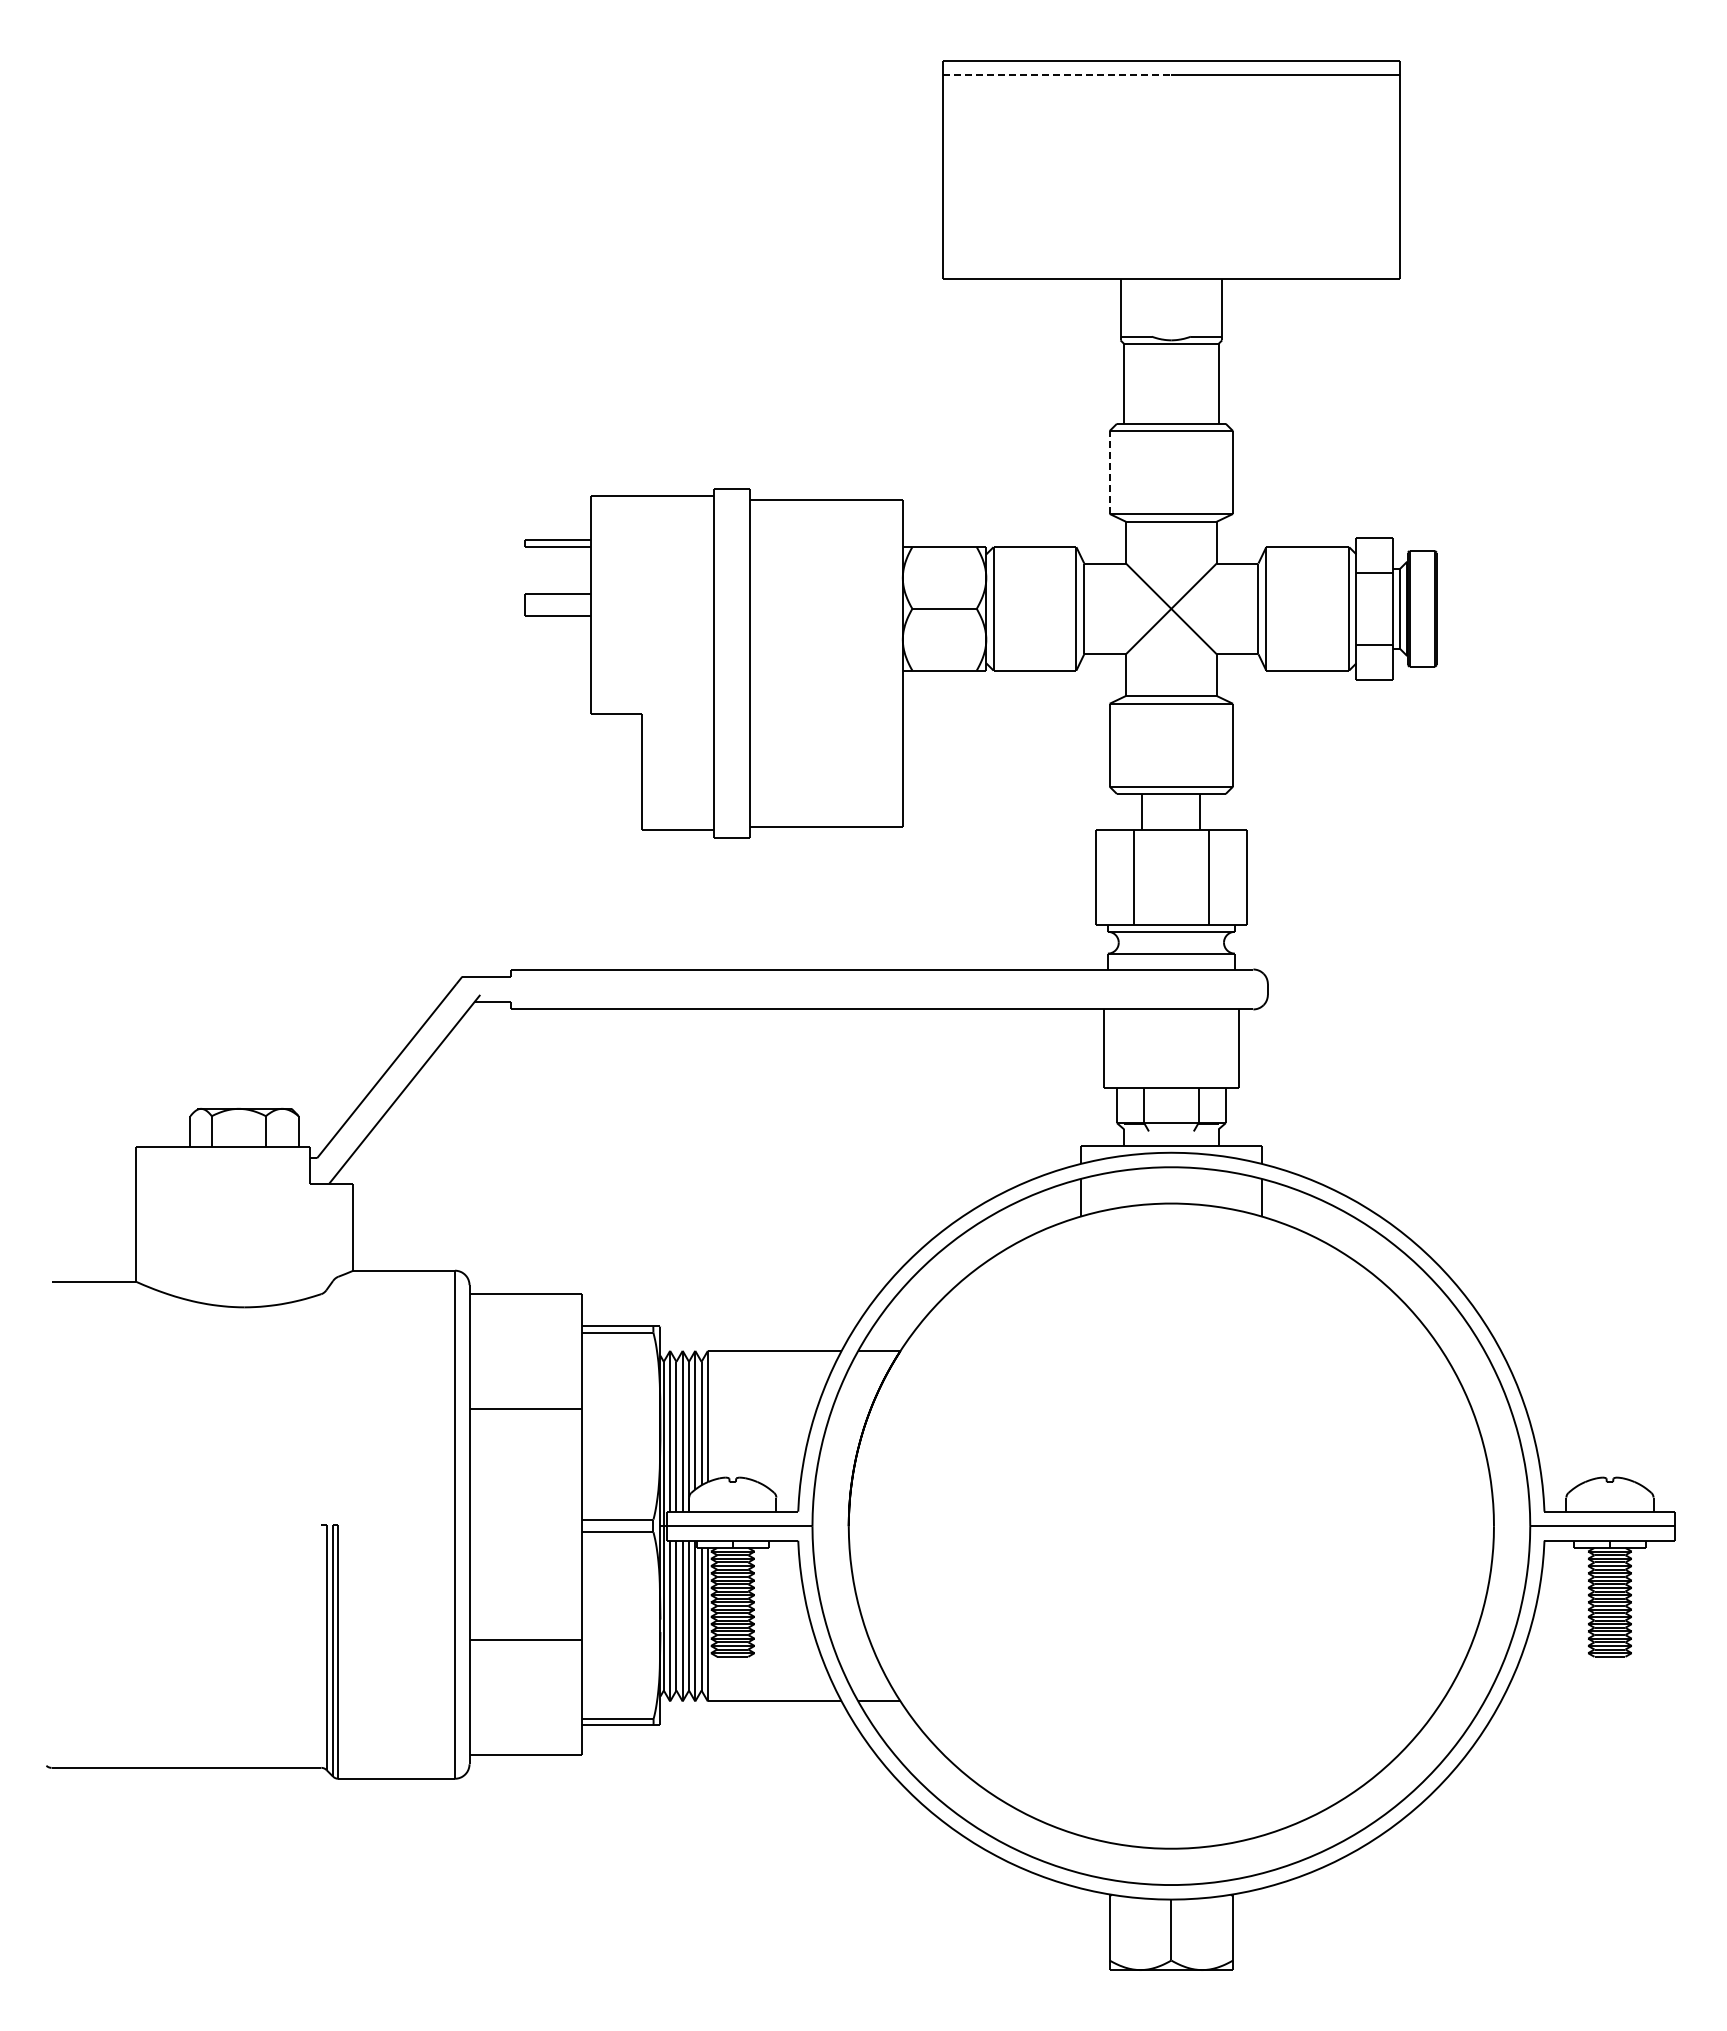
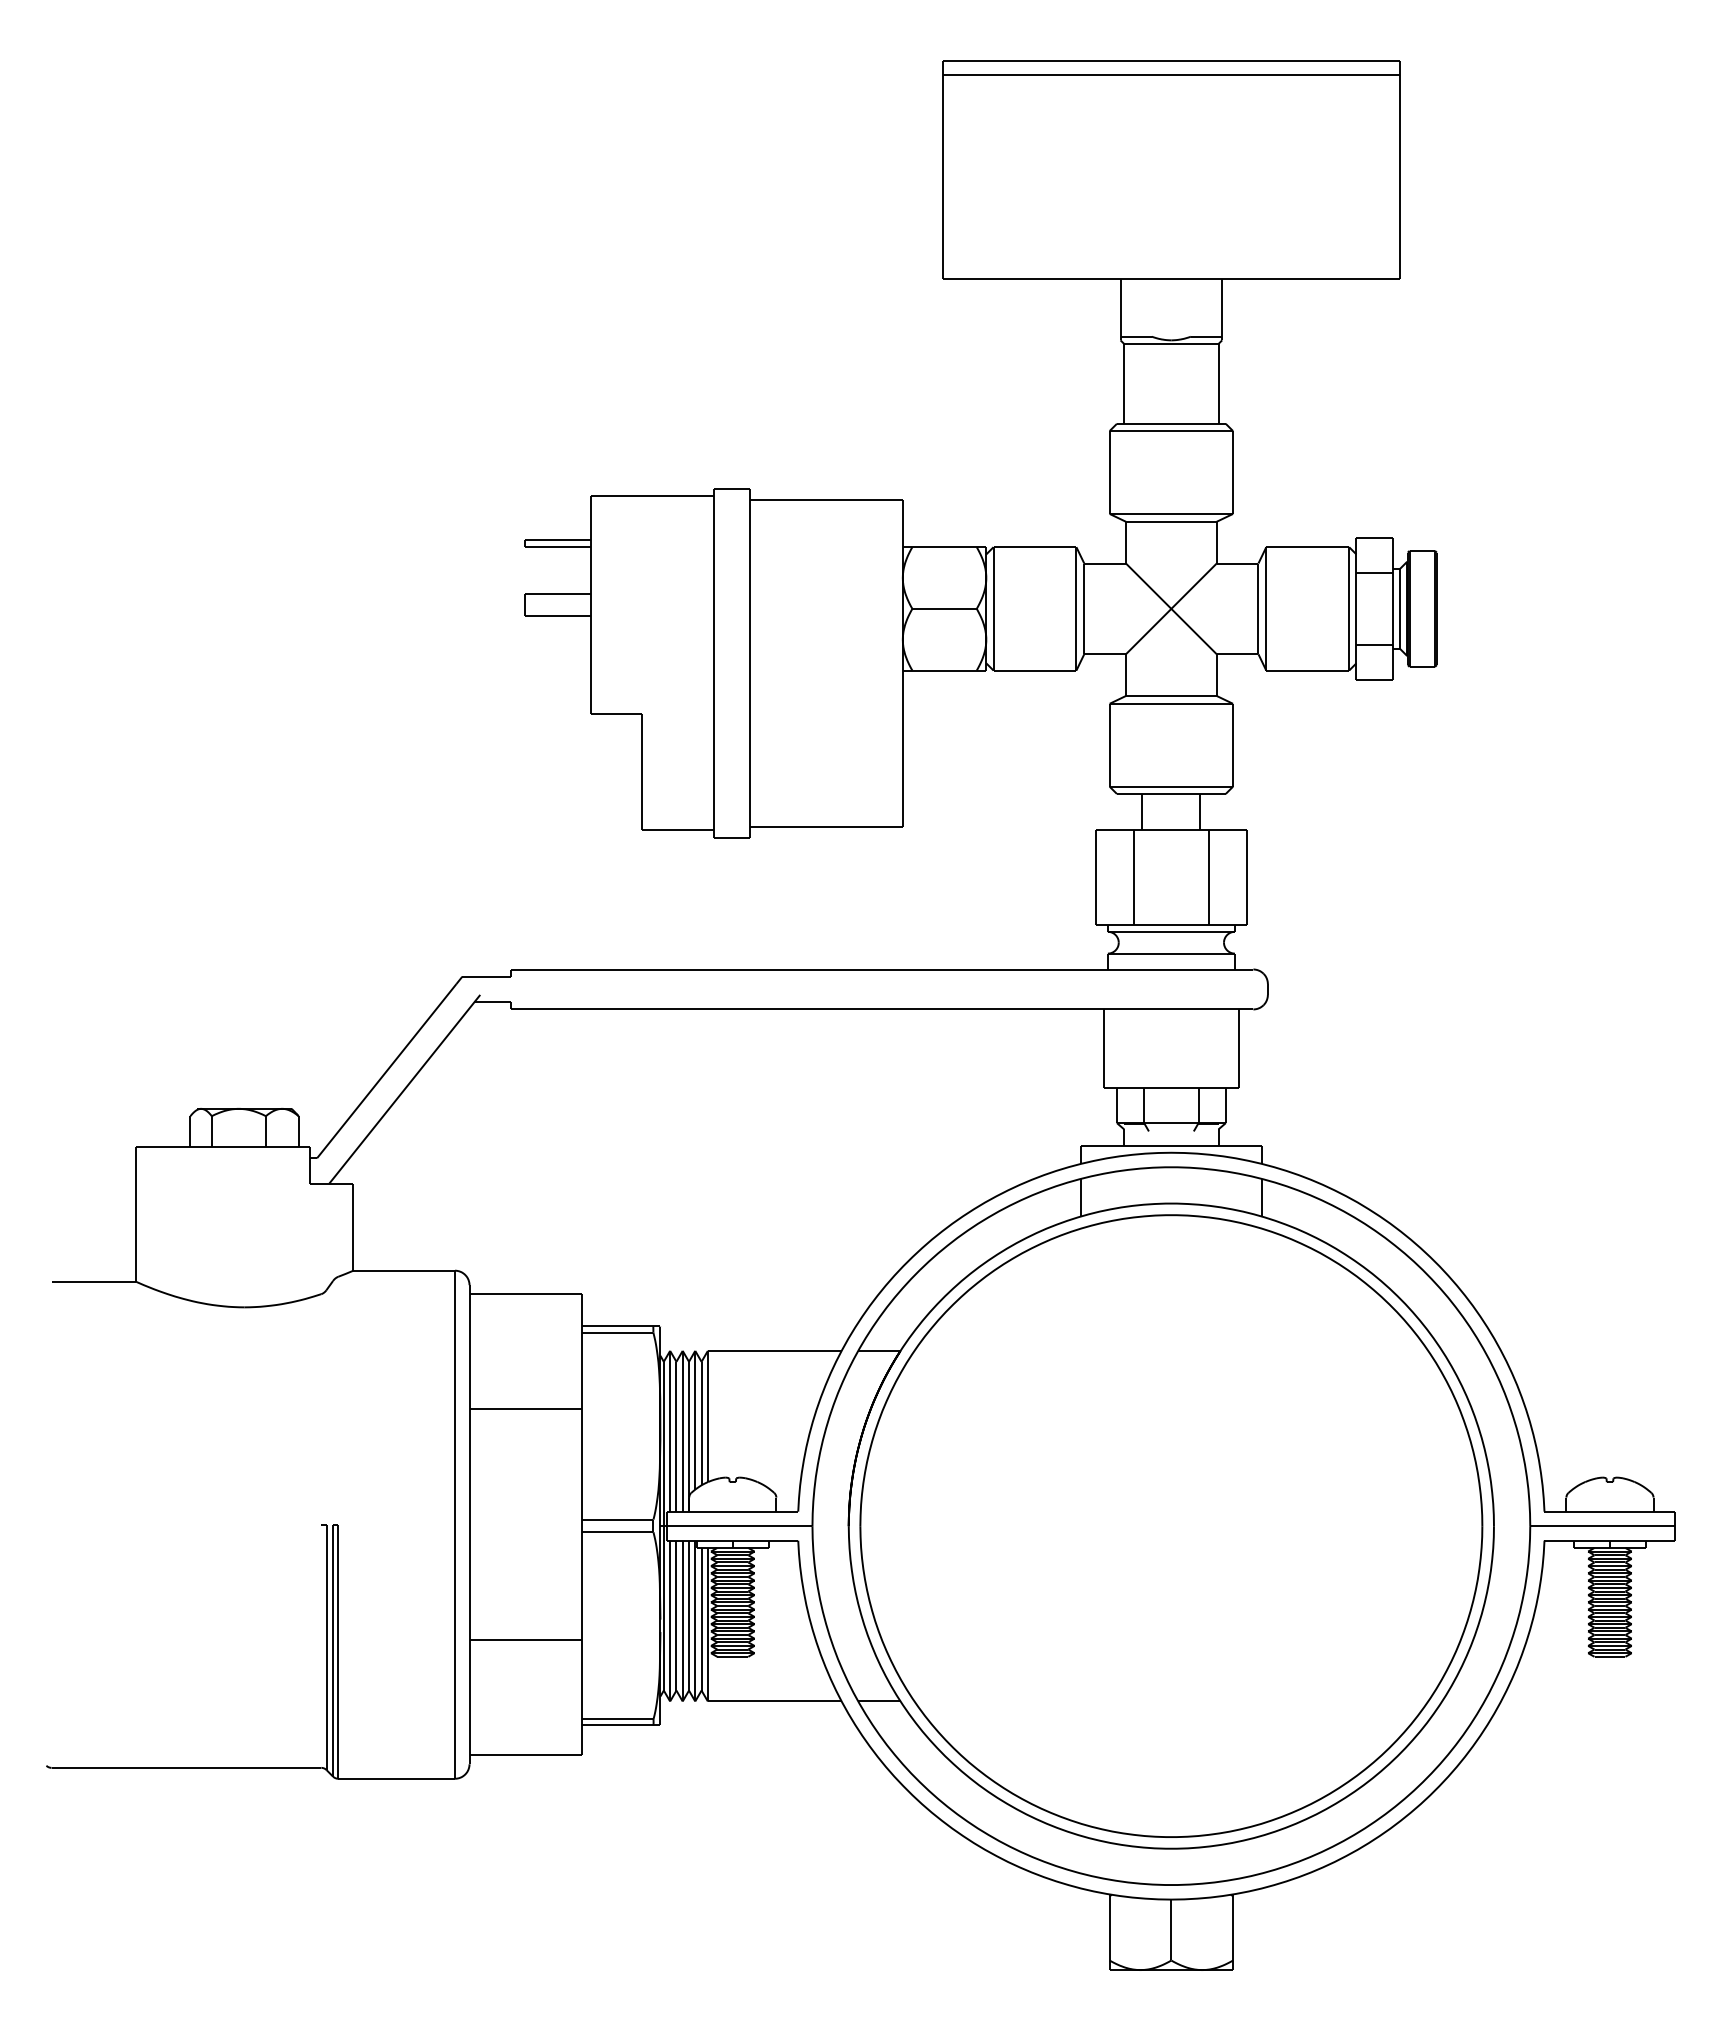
line at (1057, 75): dashed -> solid
line at (1109, 472): dashed -> solid
part at (1171, 1525): none -> present
